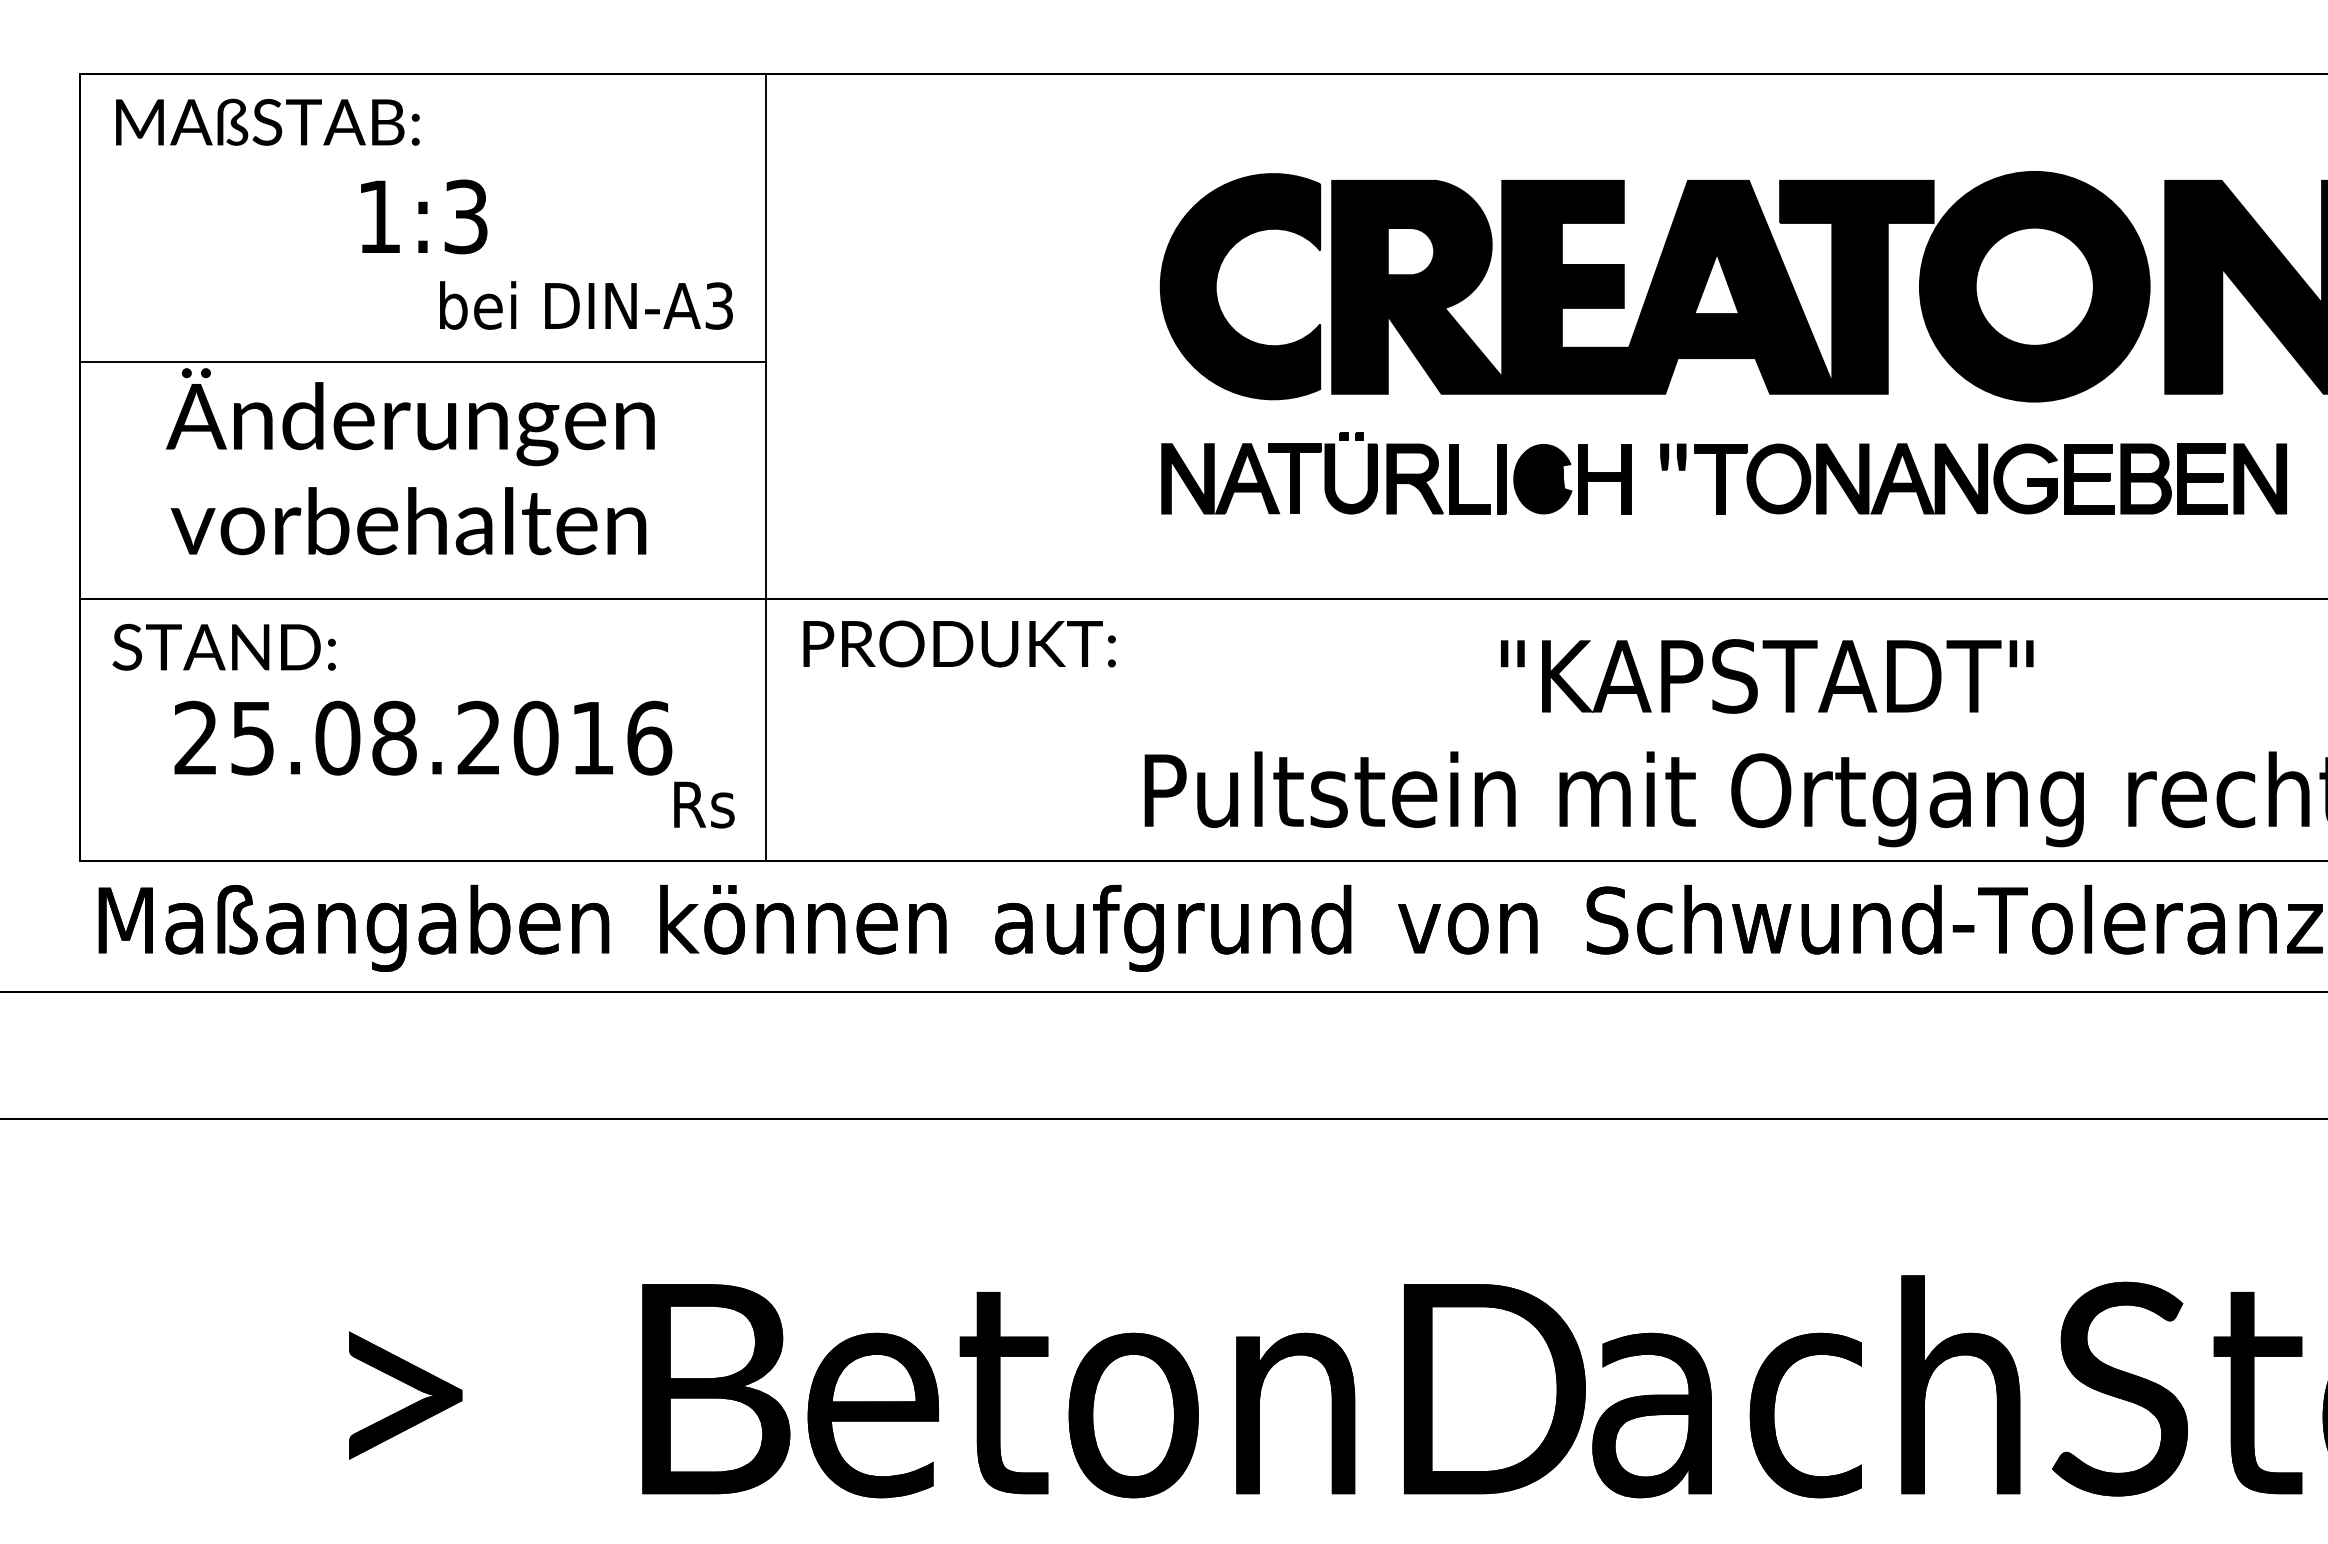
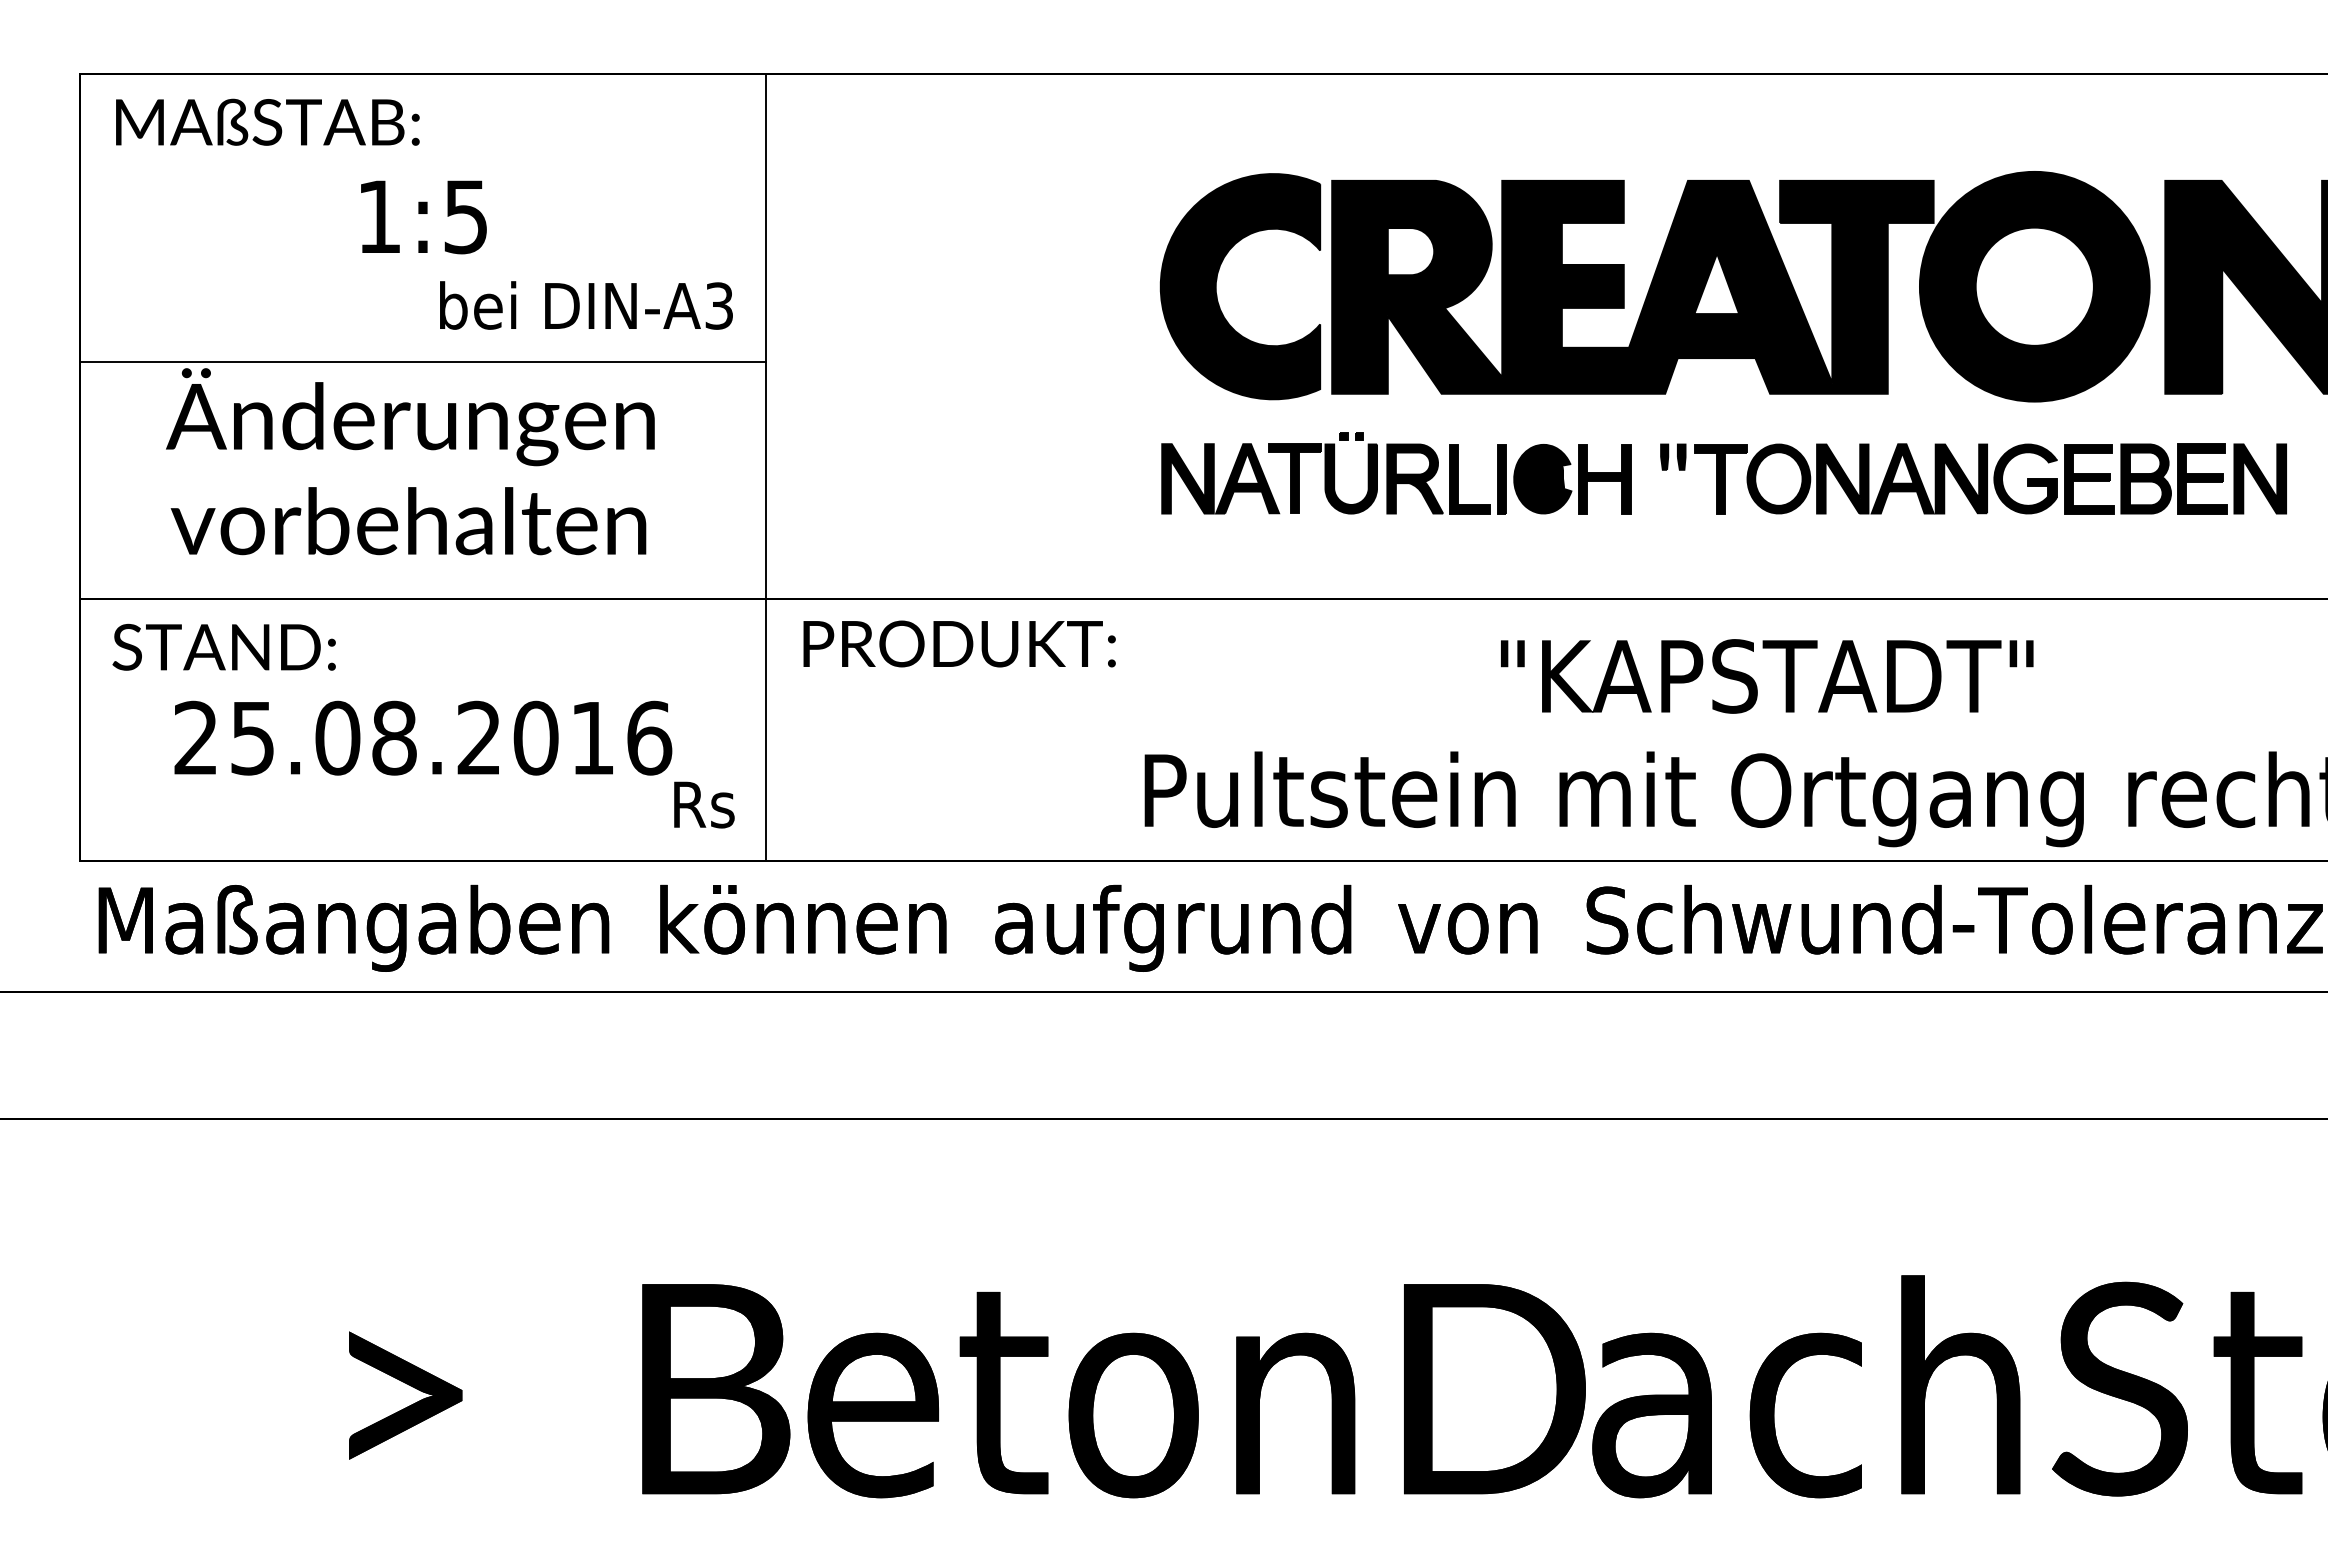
text at (465, 216): 1:3 -> 1:5
